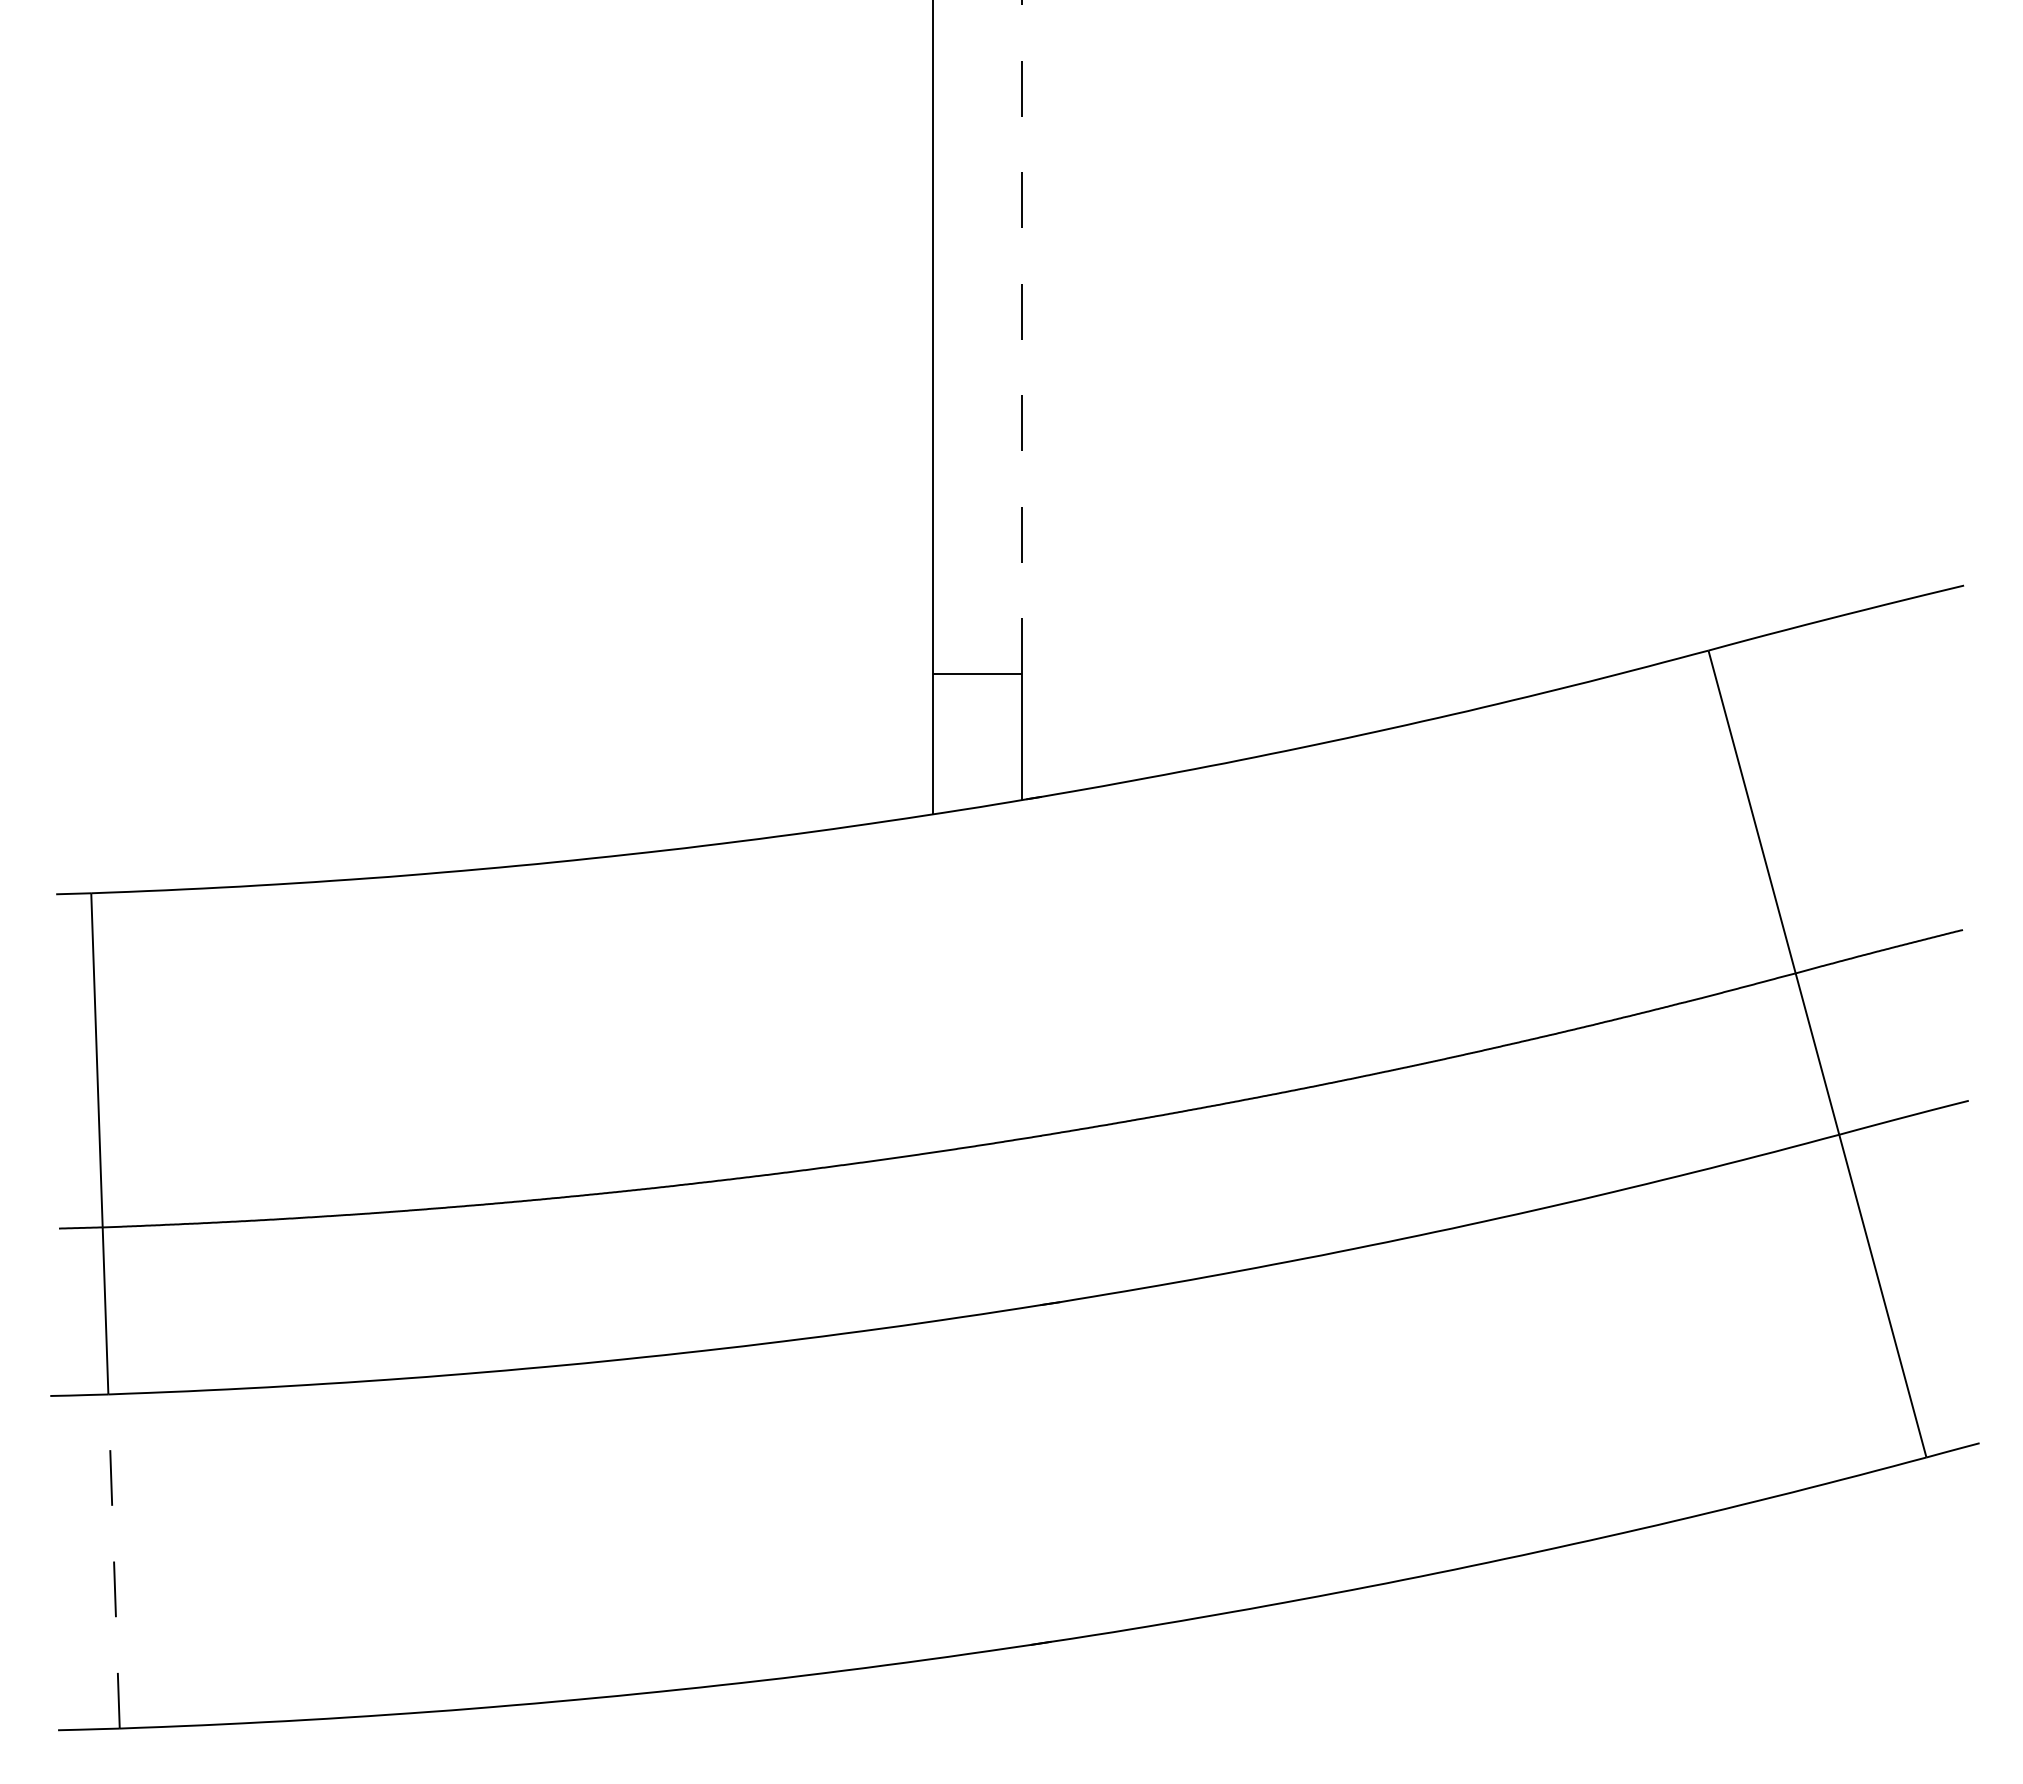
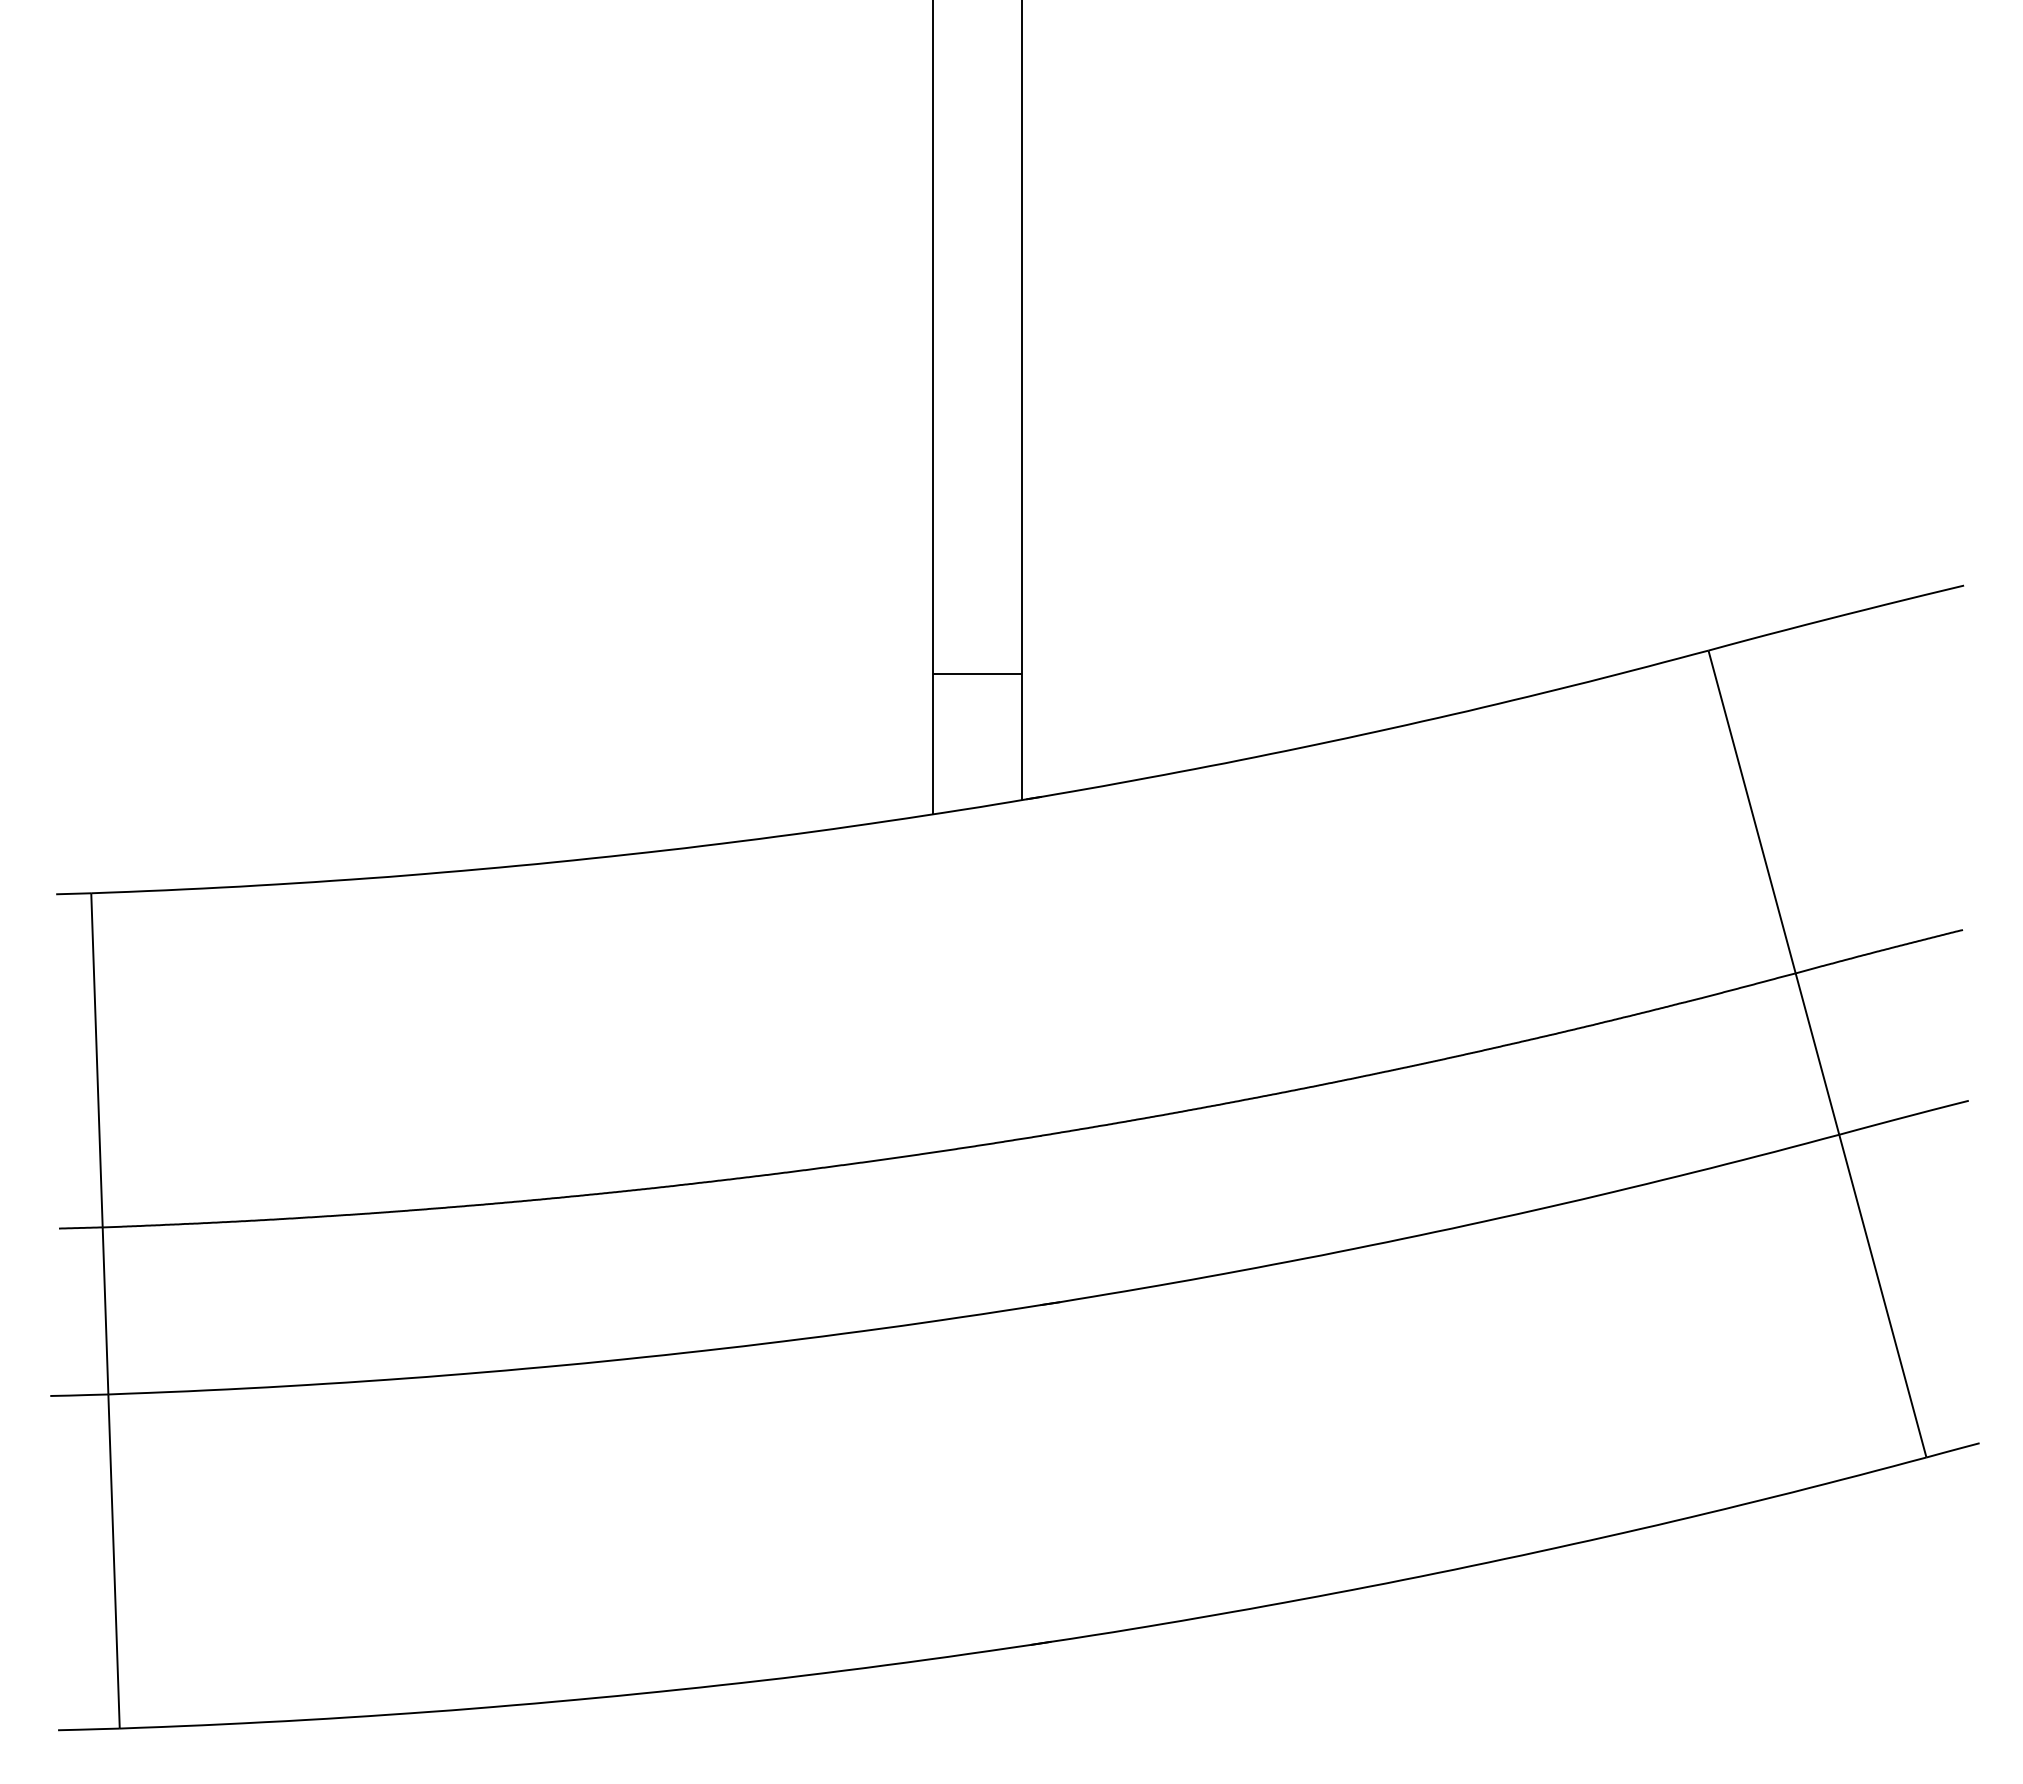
line at (1021, 337): dashed -> solid
line at (114, 1561): dashed -> solid
